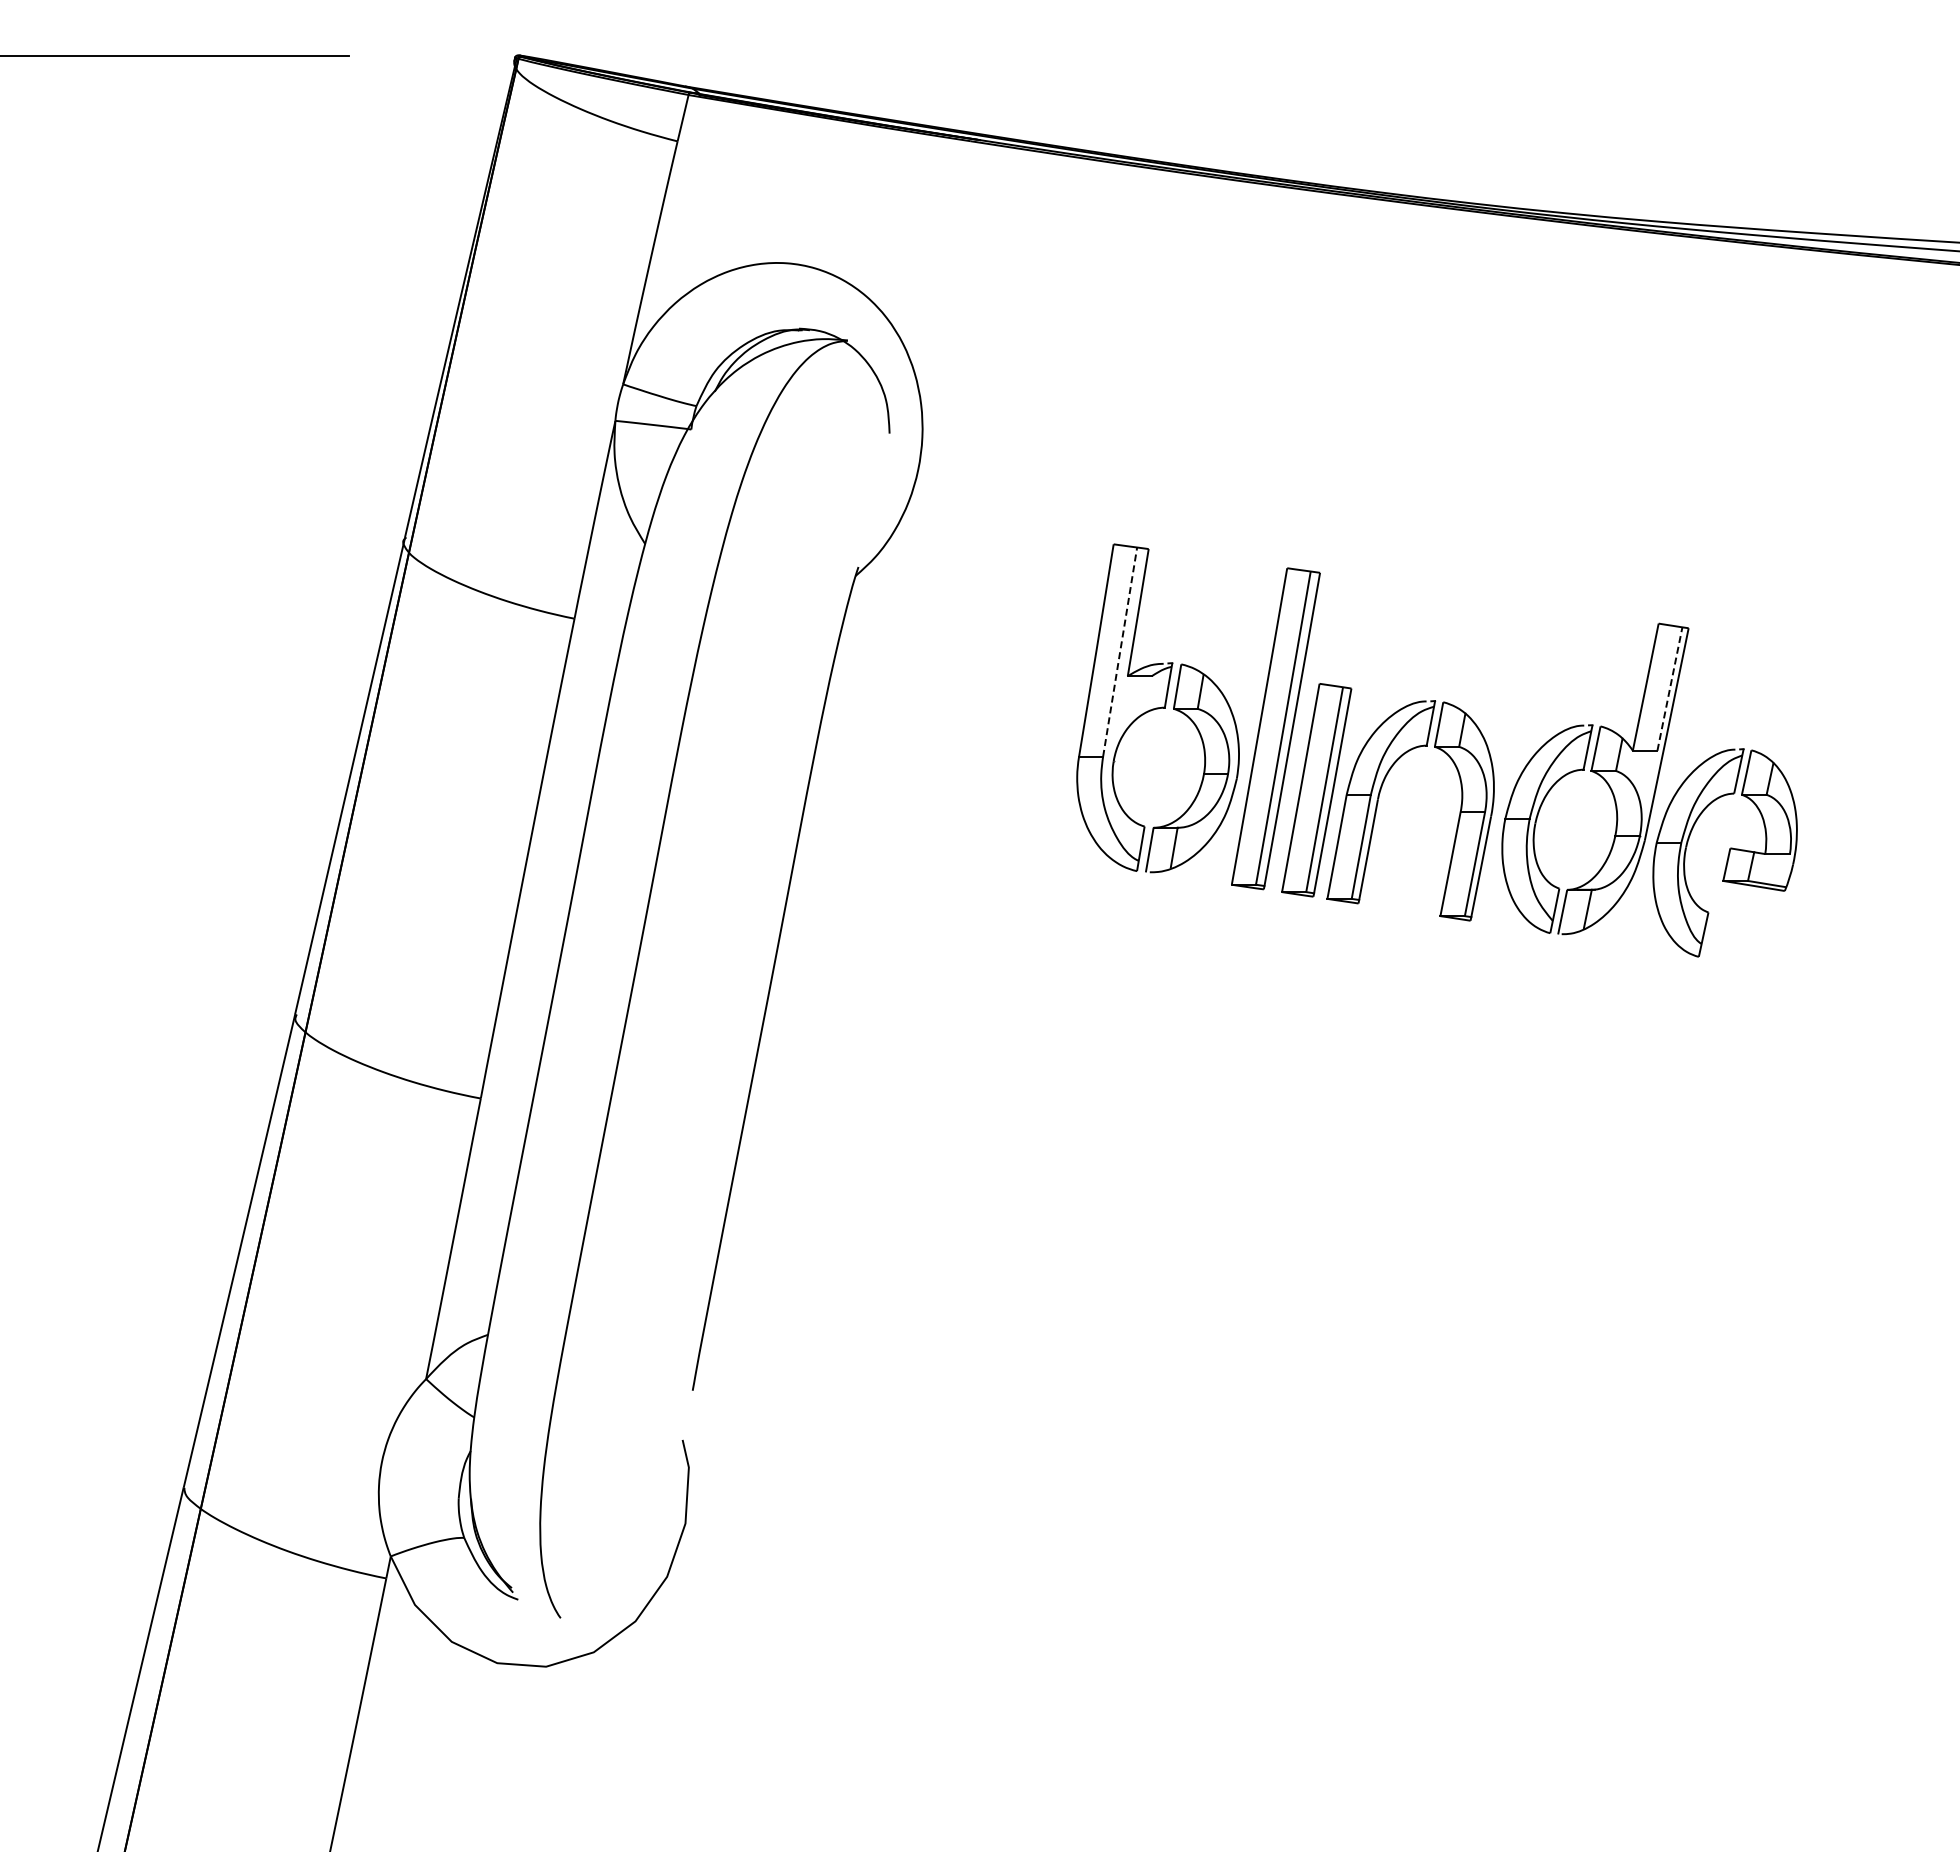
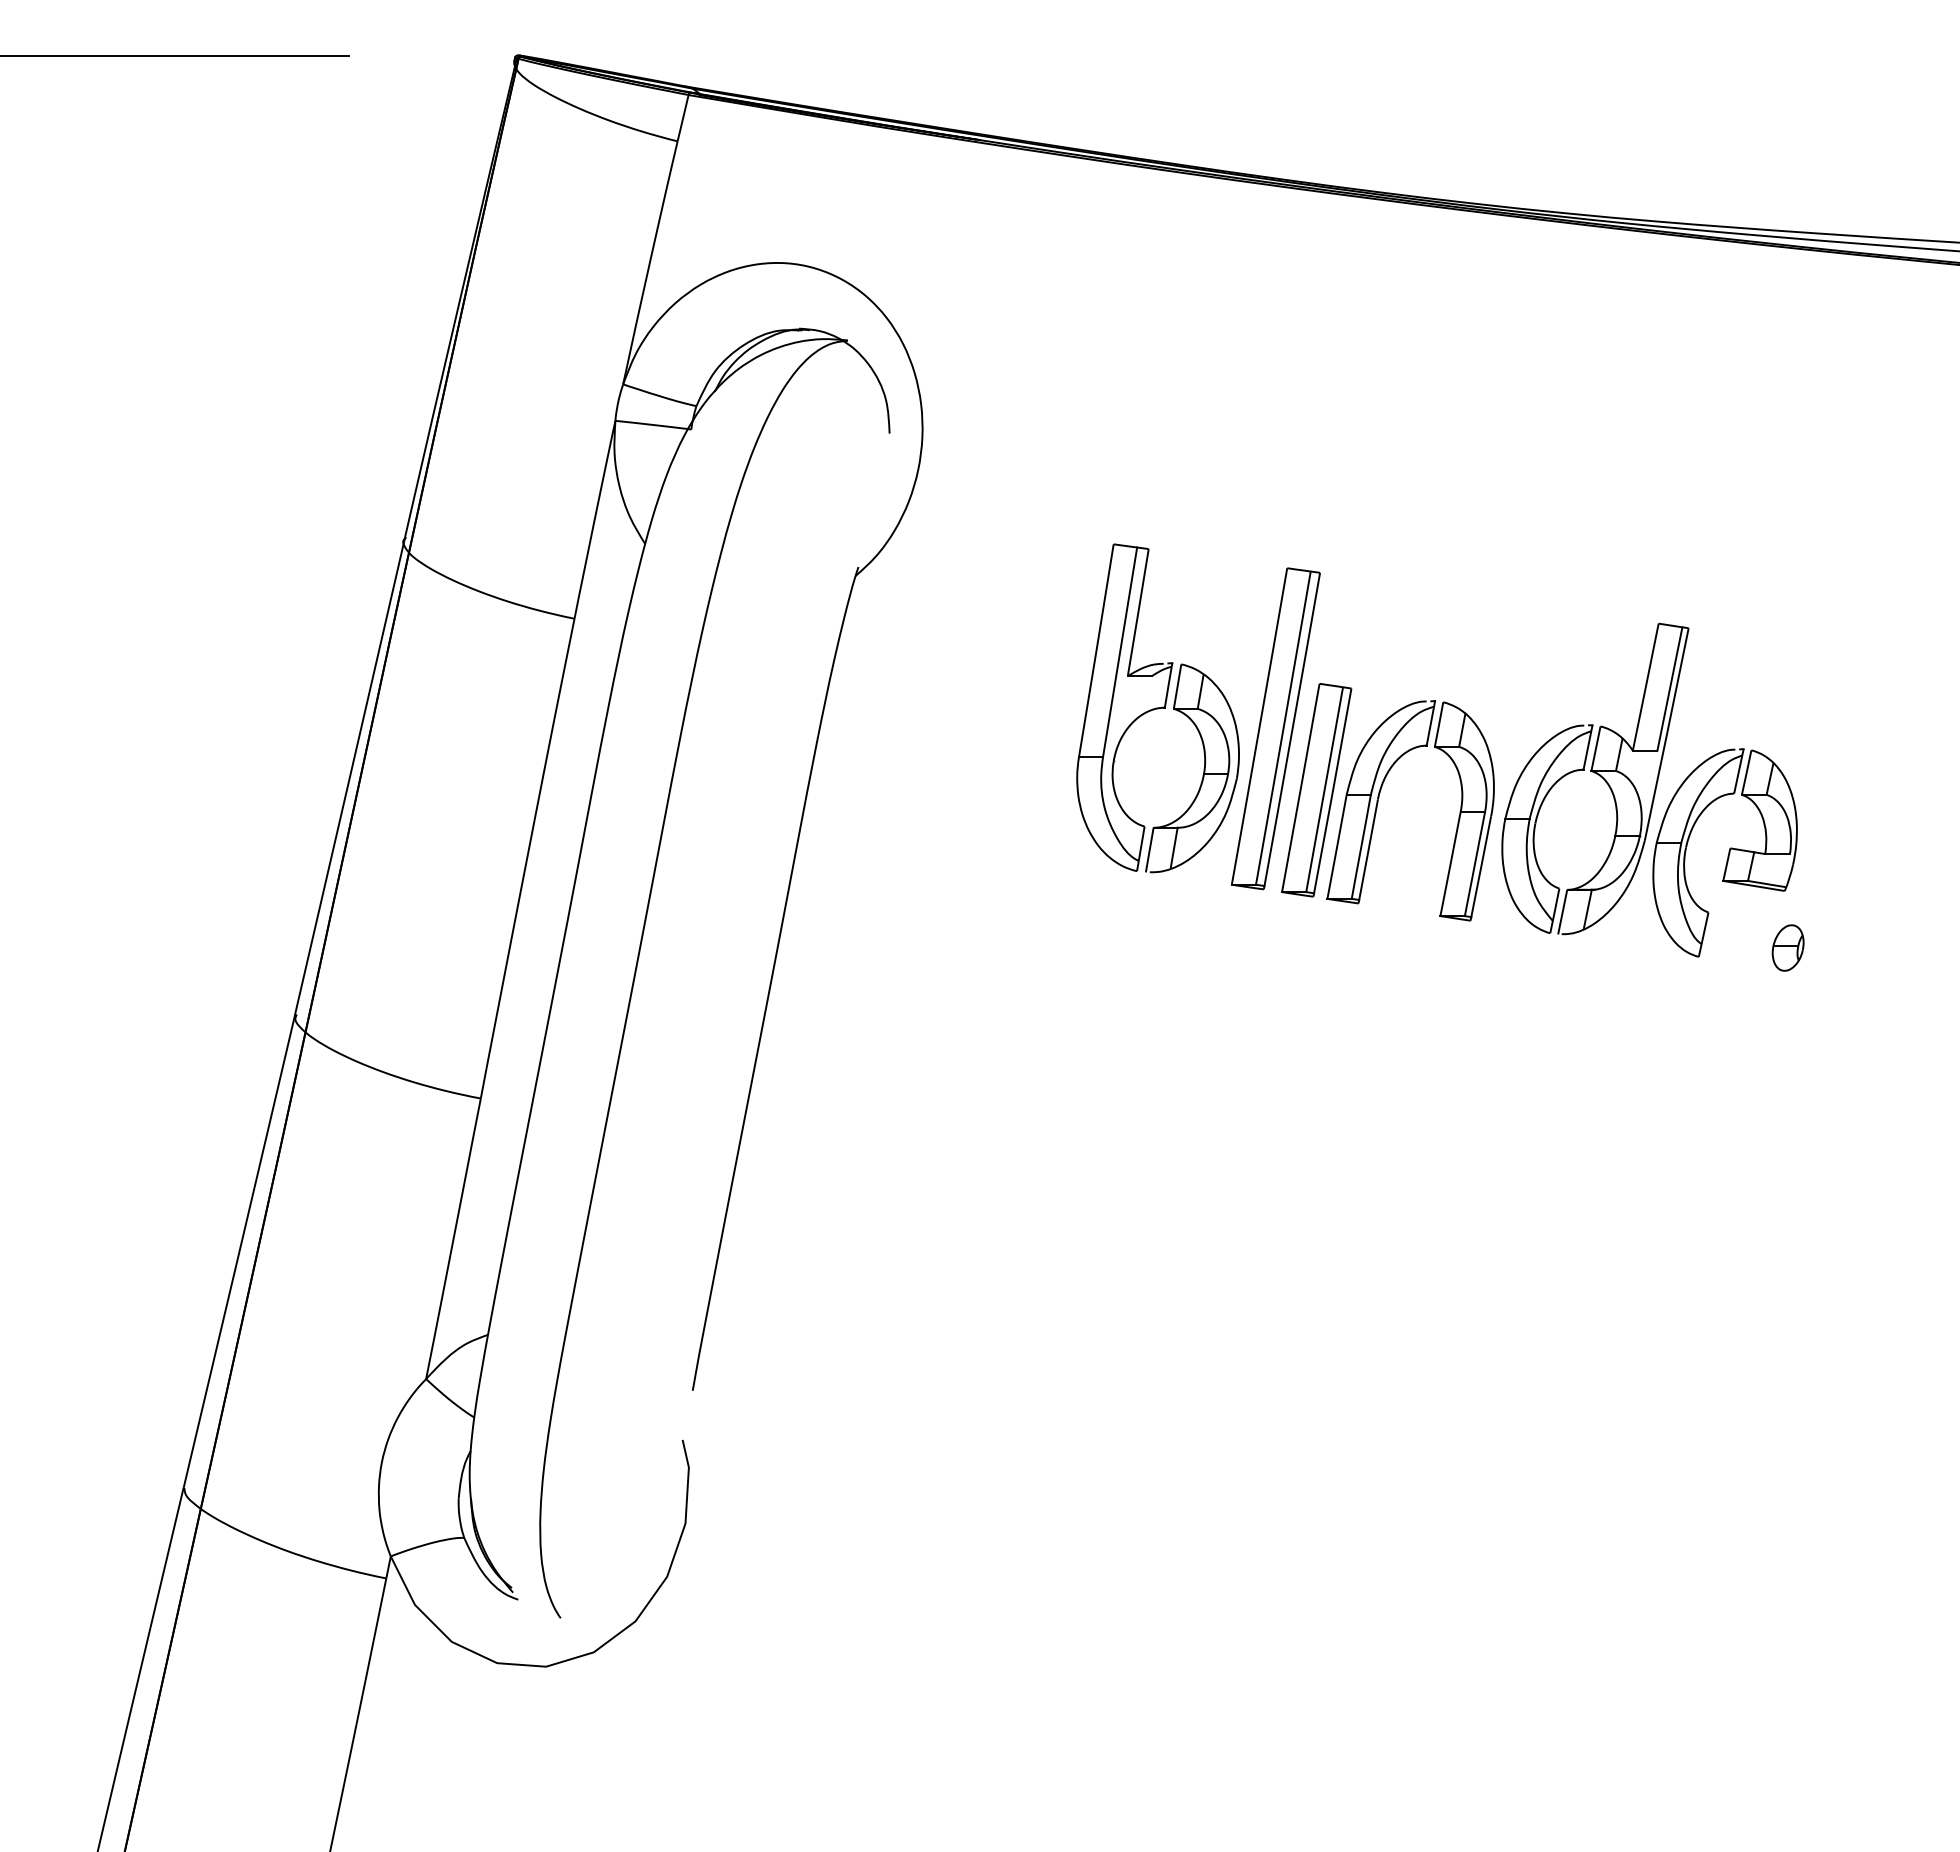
line at (1120, 651): dashed -> solid
line at (1669, 689): dashed -> solid
part at (1787, 947): none -> present
